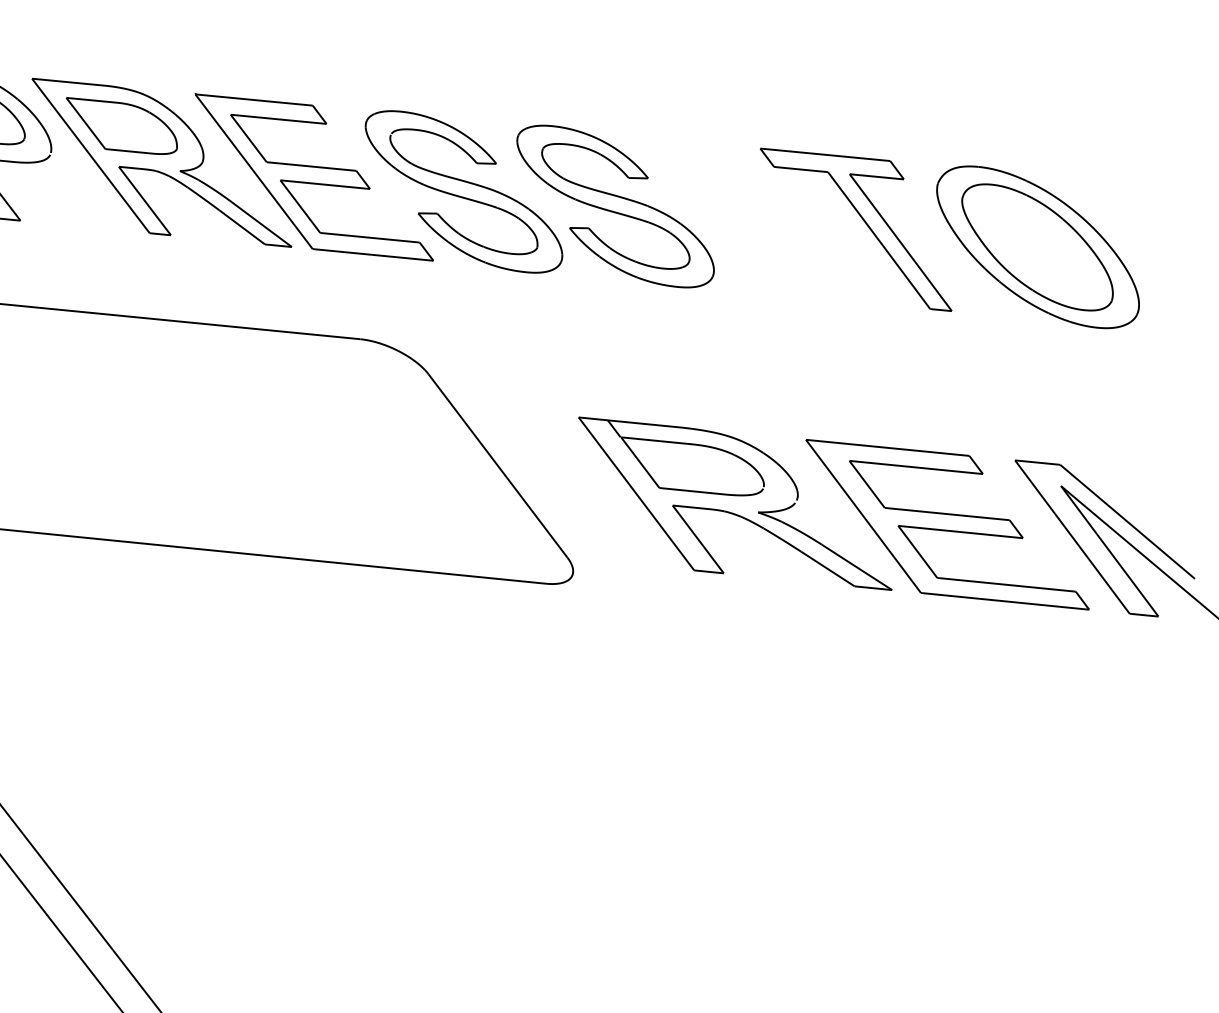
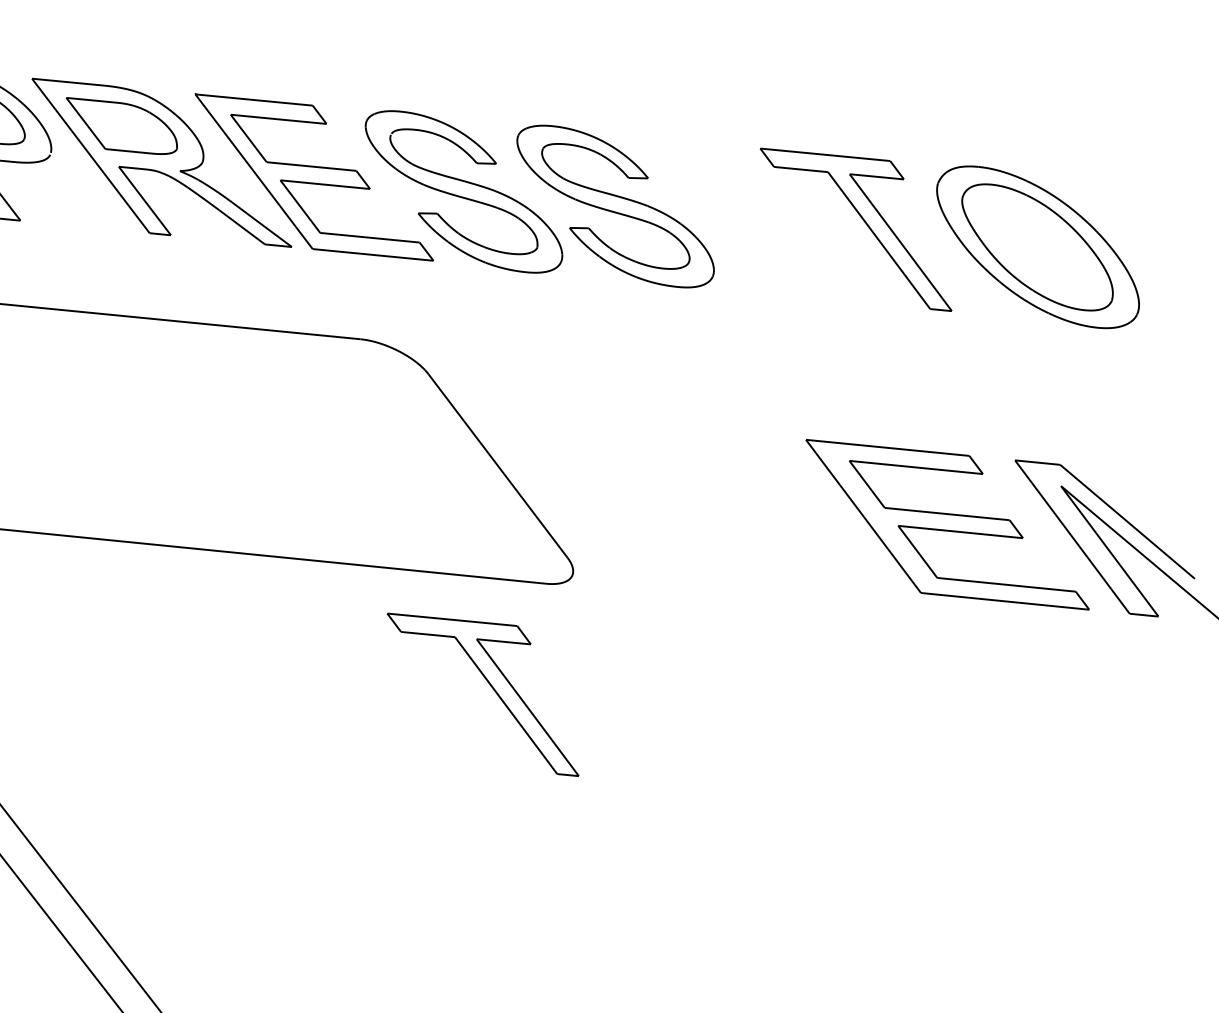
part at (735, 496): present -> none
part at (490, 686): none -> present
